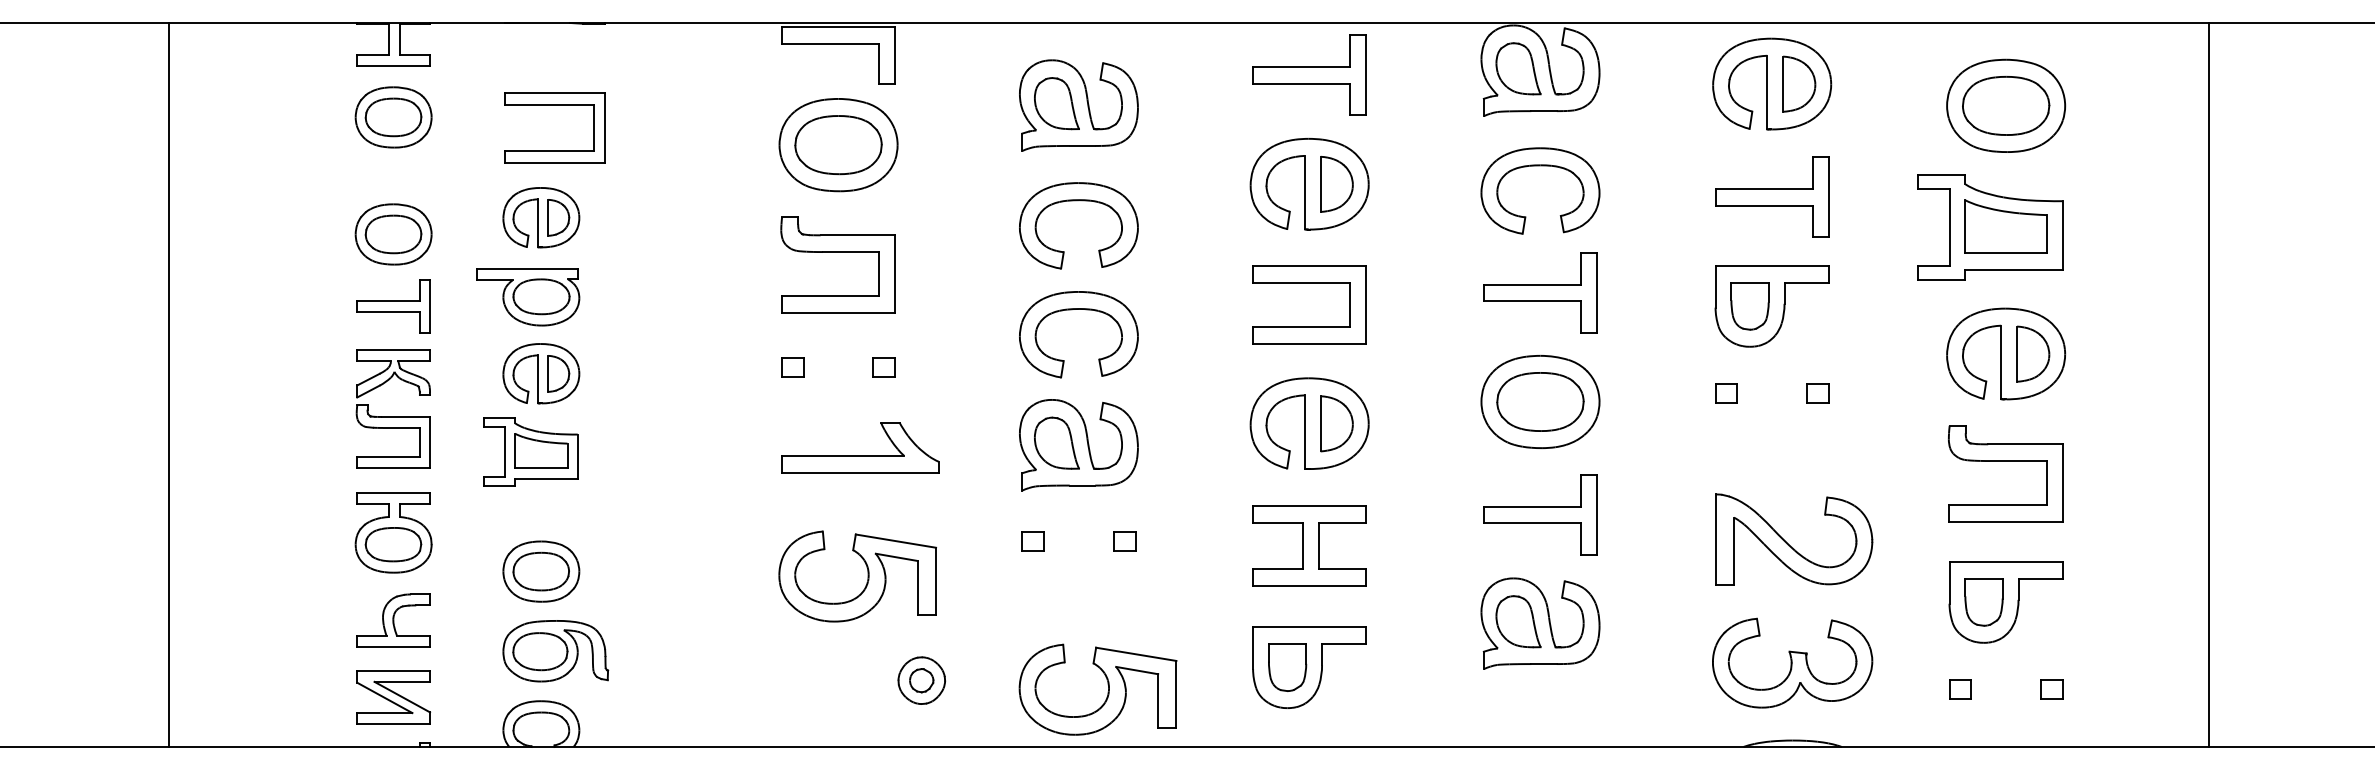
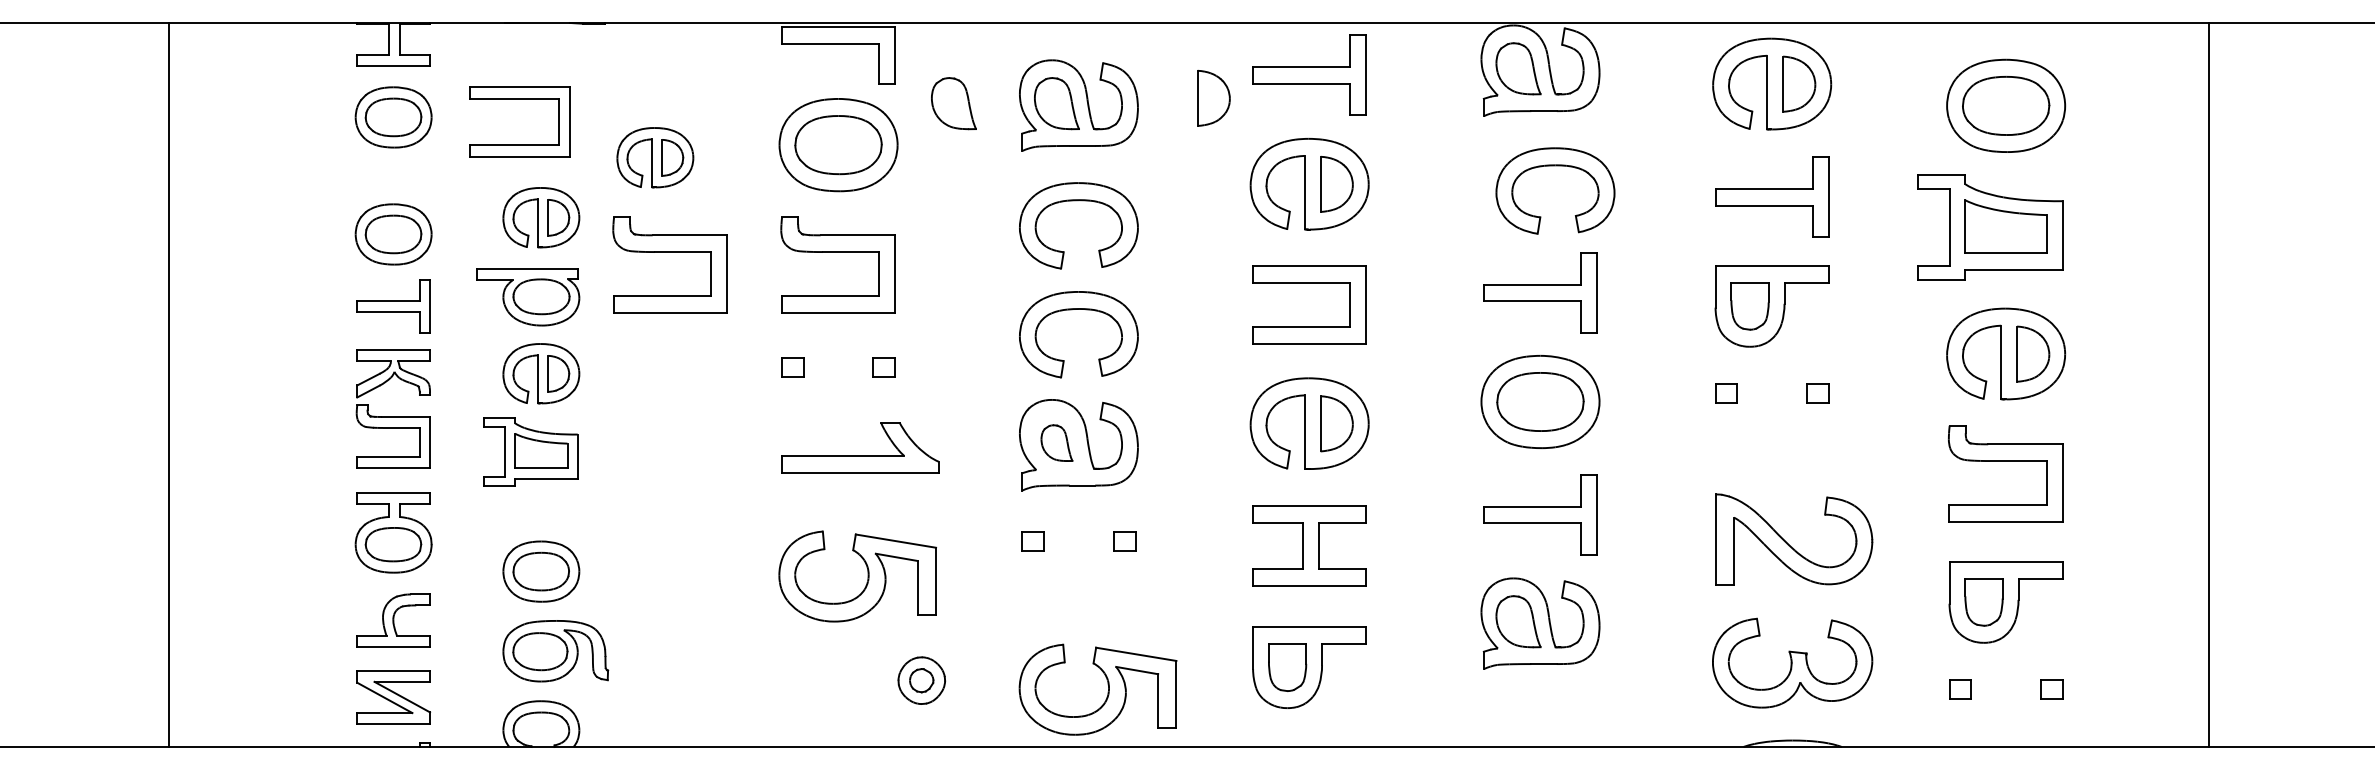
part at (1213, 98): none -> present
part at (953, 103): none -> present
part at (554, 105) position: (554, 105) -> (519, 99)
part at (655, 157): none -> present
part at (1540, 166) position: (1540, 166) -> (1555, 166)
part at (669, 252): none -> present
part at (1056, 442) size: 46x54 px -> 34x38 px
